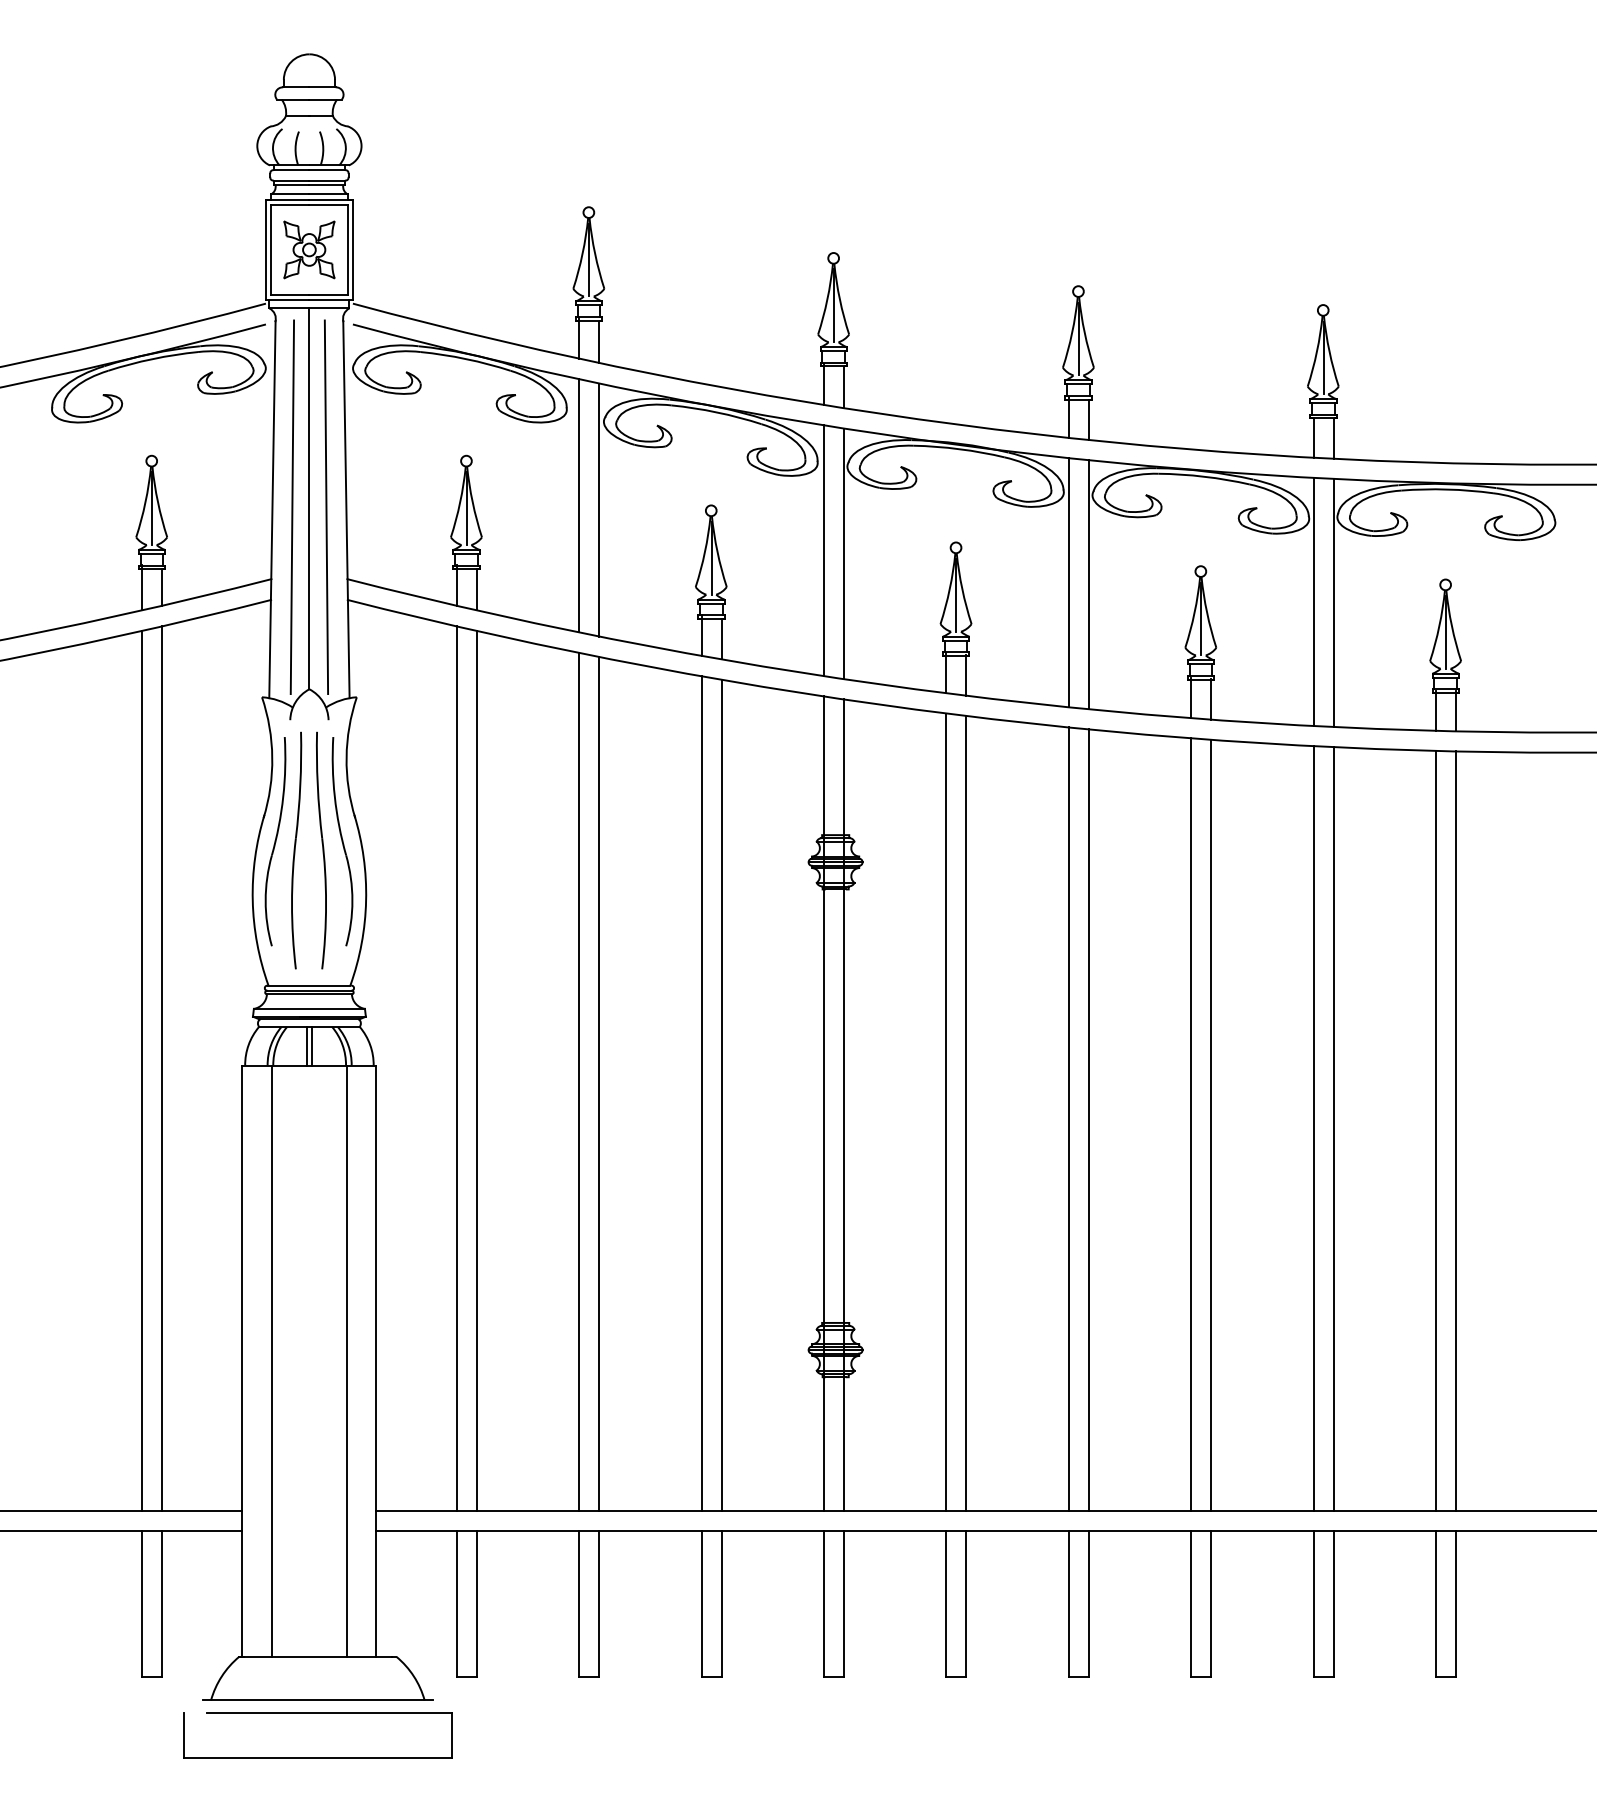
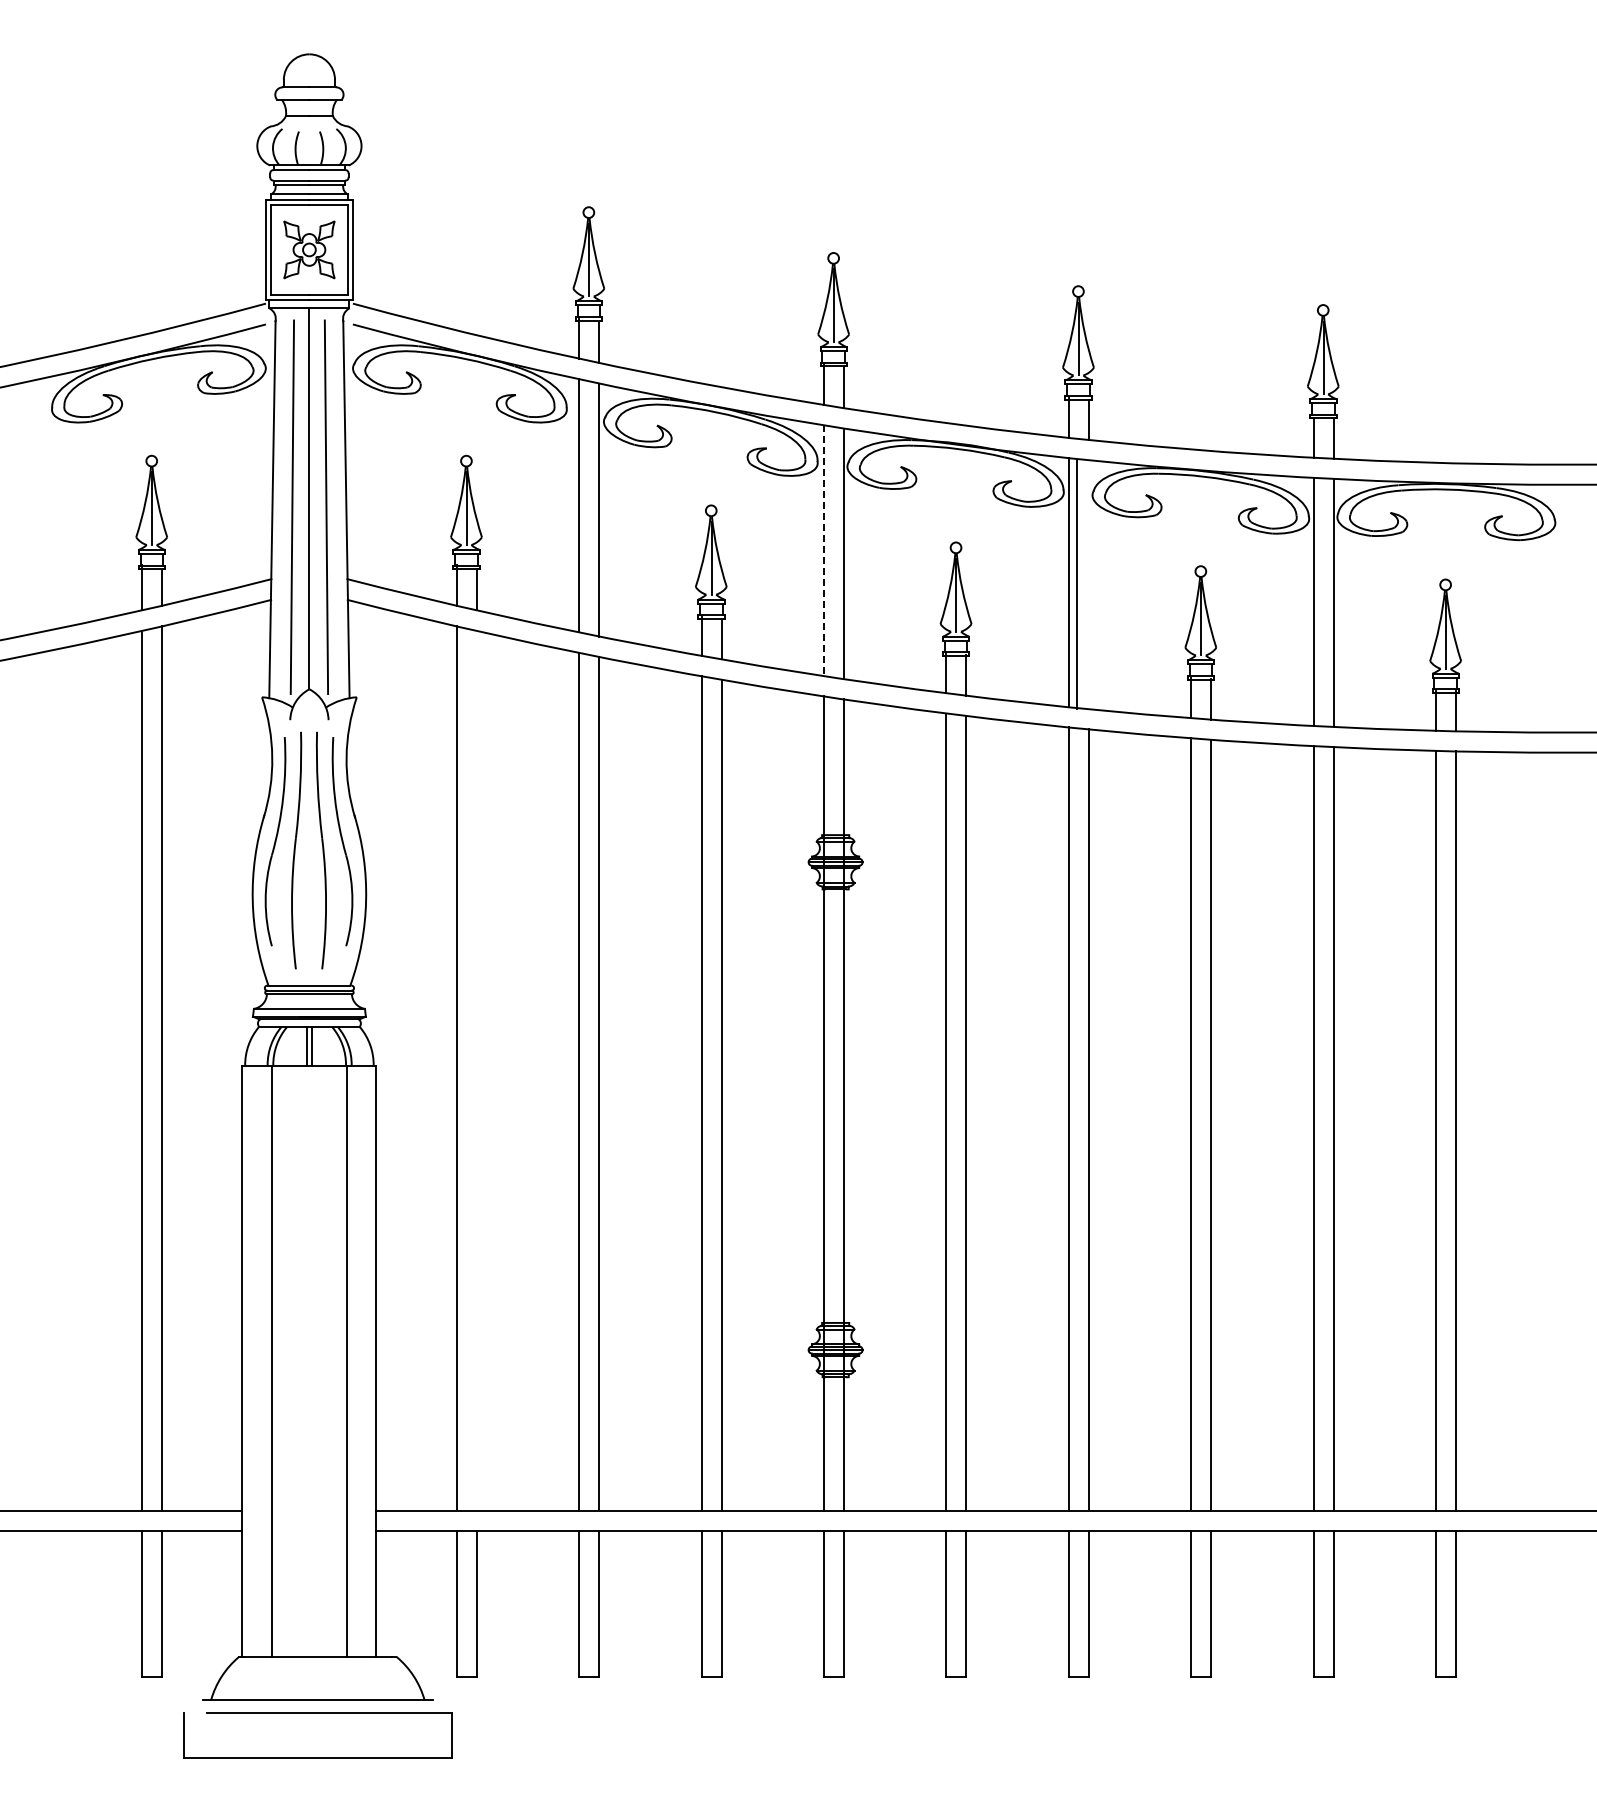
line at (823, 551): solid -> dashed
line at (1088, 584) position: (1088, 584) -> (1076, 584)
line at (476, 1070): present -> none
